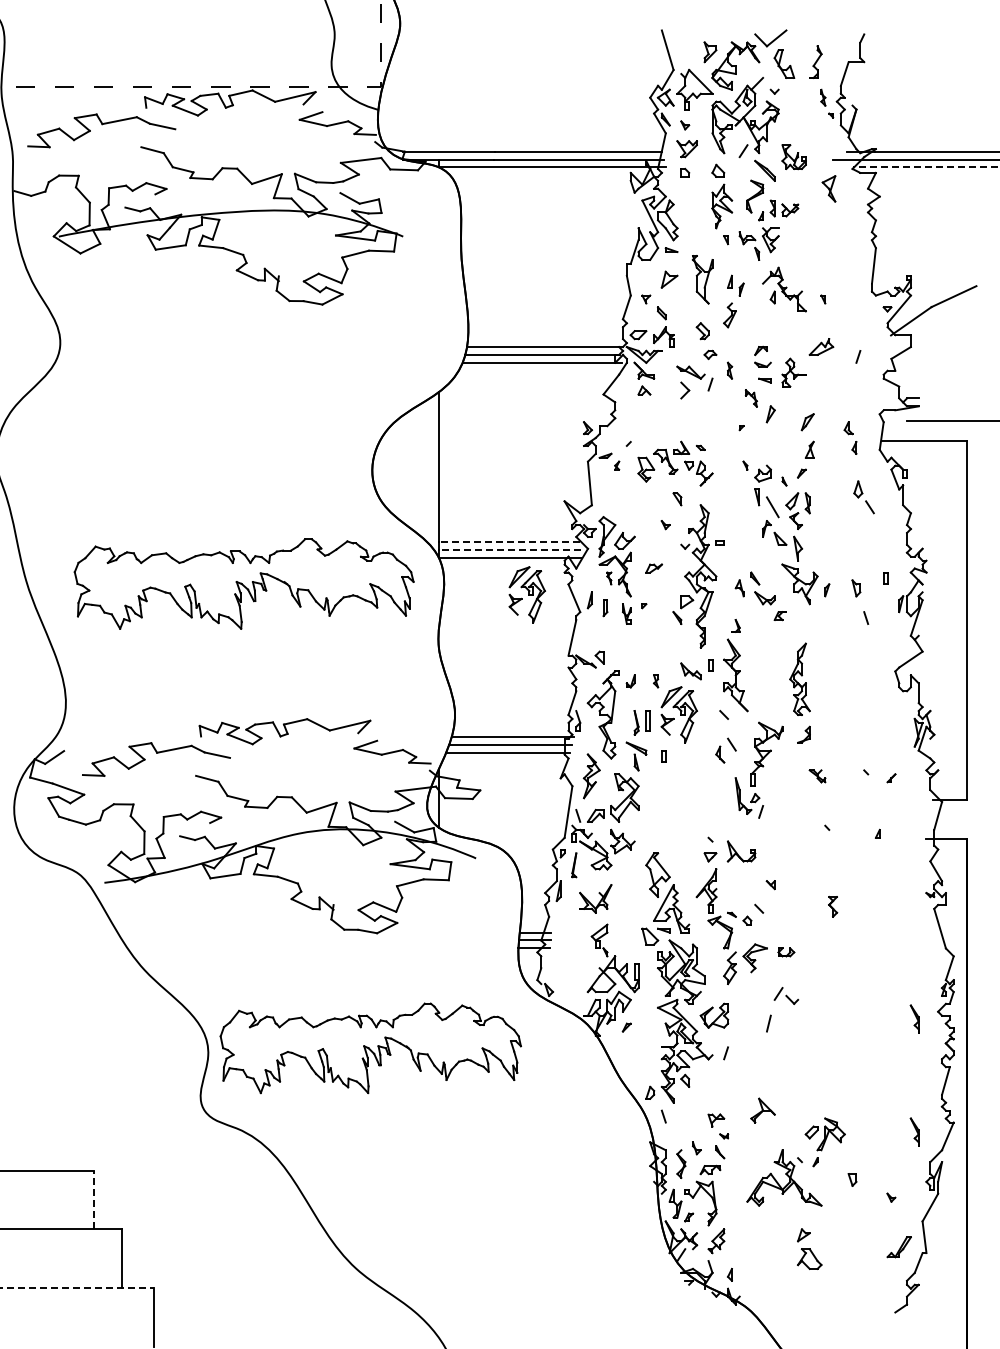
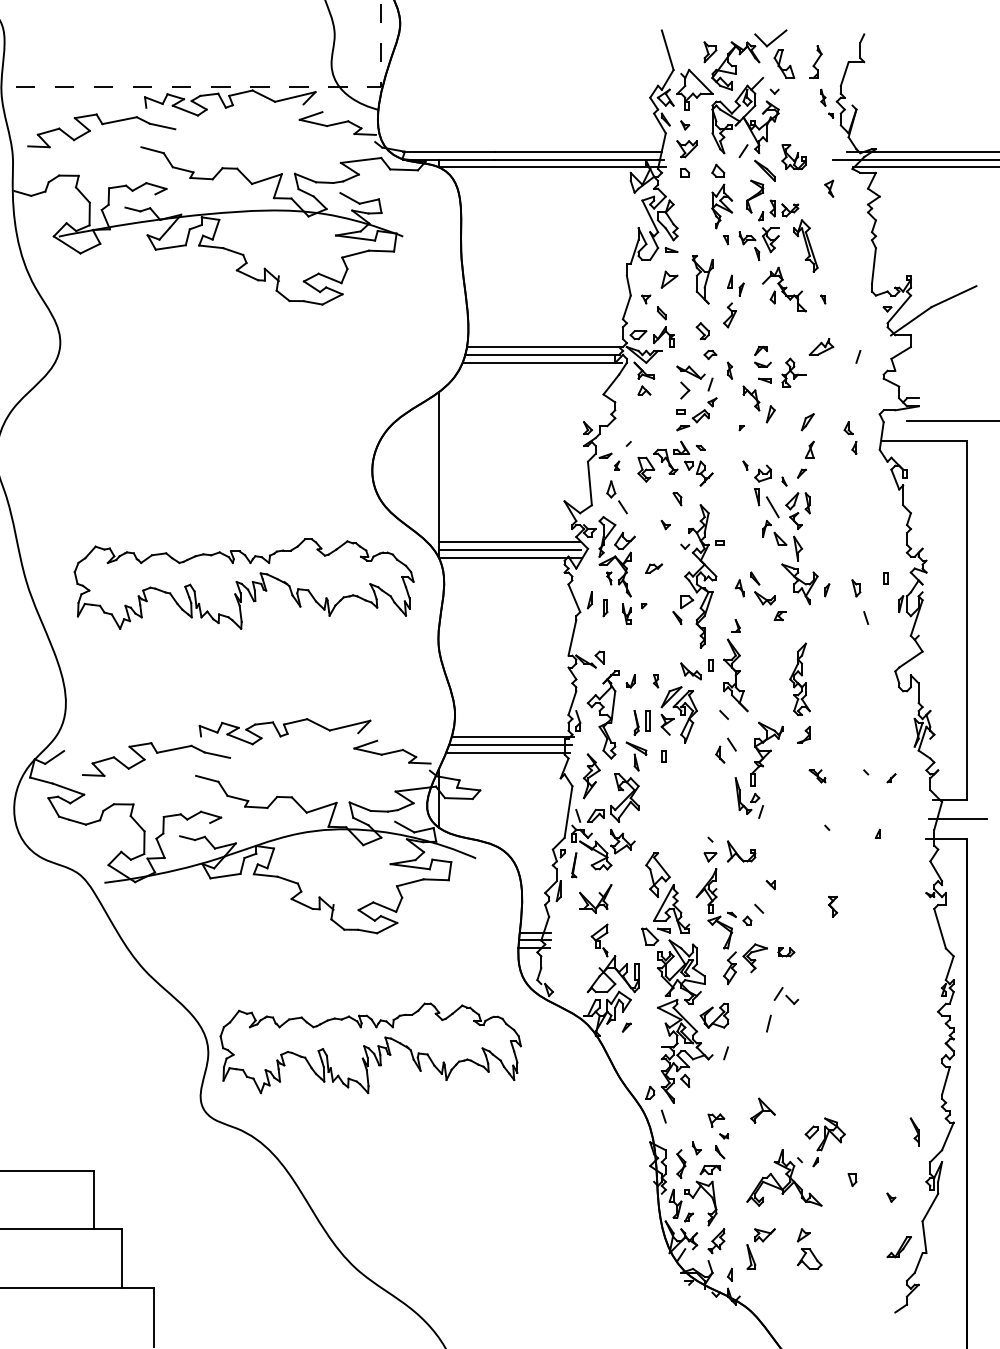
line at (926, 167): dashed -> solid
part at (828, 188) size: 16x28 px -> 11x19 px
part at (805, 245): none -> present
part at (750, 398) size: 14x19 px -> 19x27 px
part at (696, 414): none -> present
part at (863, 497) position: (863, 497) -> (616, 497)
line at (508, 542): dashed -> solid
line at (509, 550): dashed -> solid
part at (526, 594): present -> none
line at (957, 819): none -> present
part at (914, 1018): present -> none
line at (94, 1199): dashed -> solid
part at (762, 1242): none -> present
line at (77, 1288): dashed -> solid
